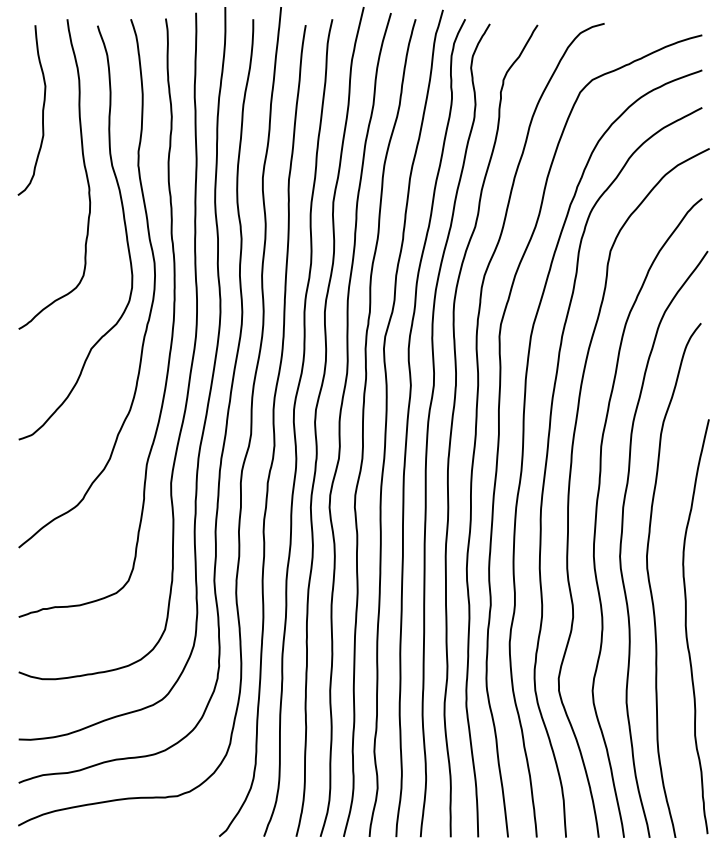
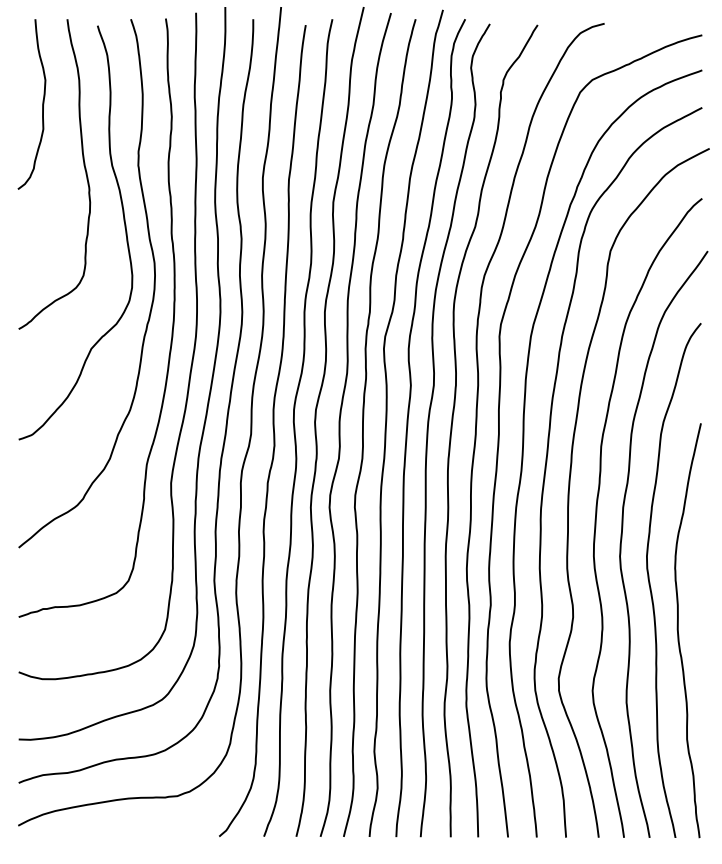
curve at (42, 110) position: (42, 110) -> (42, 104)
curve at (686, 626) position: (686, 626) -> (678, 630)
